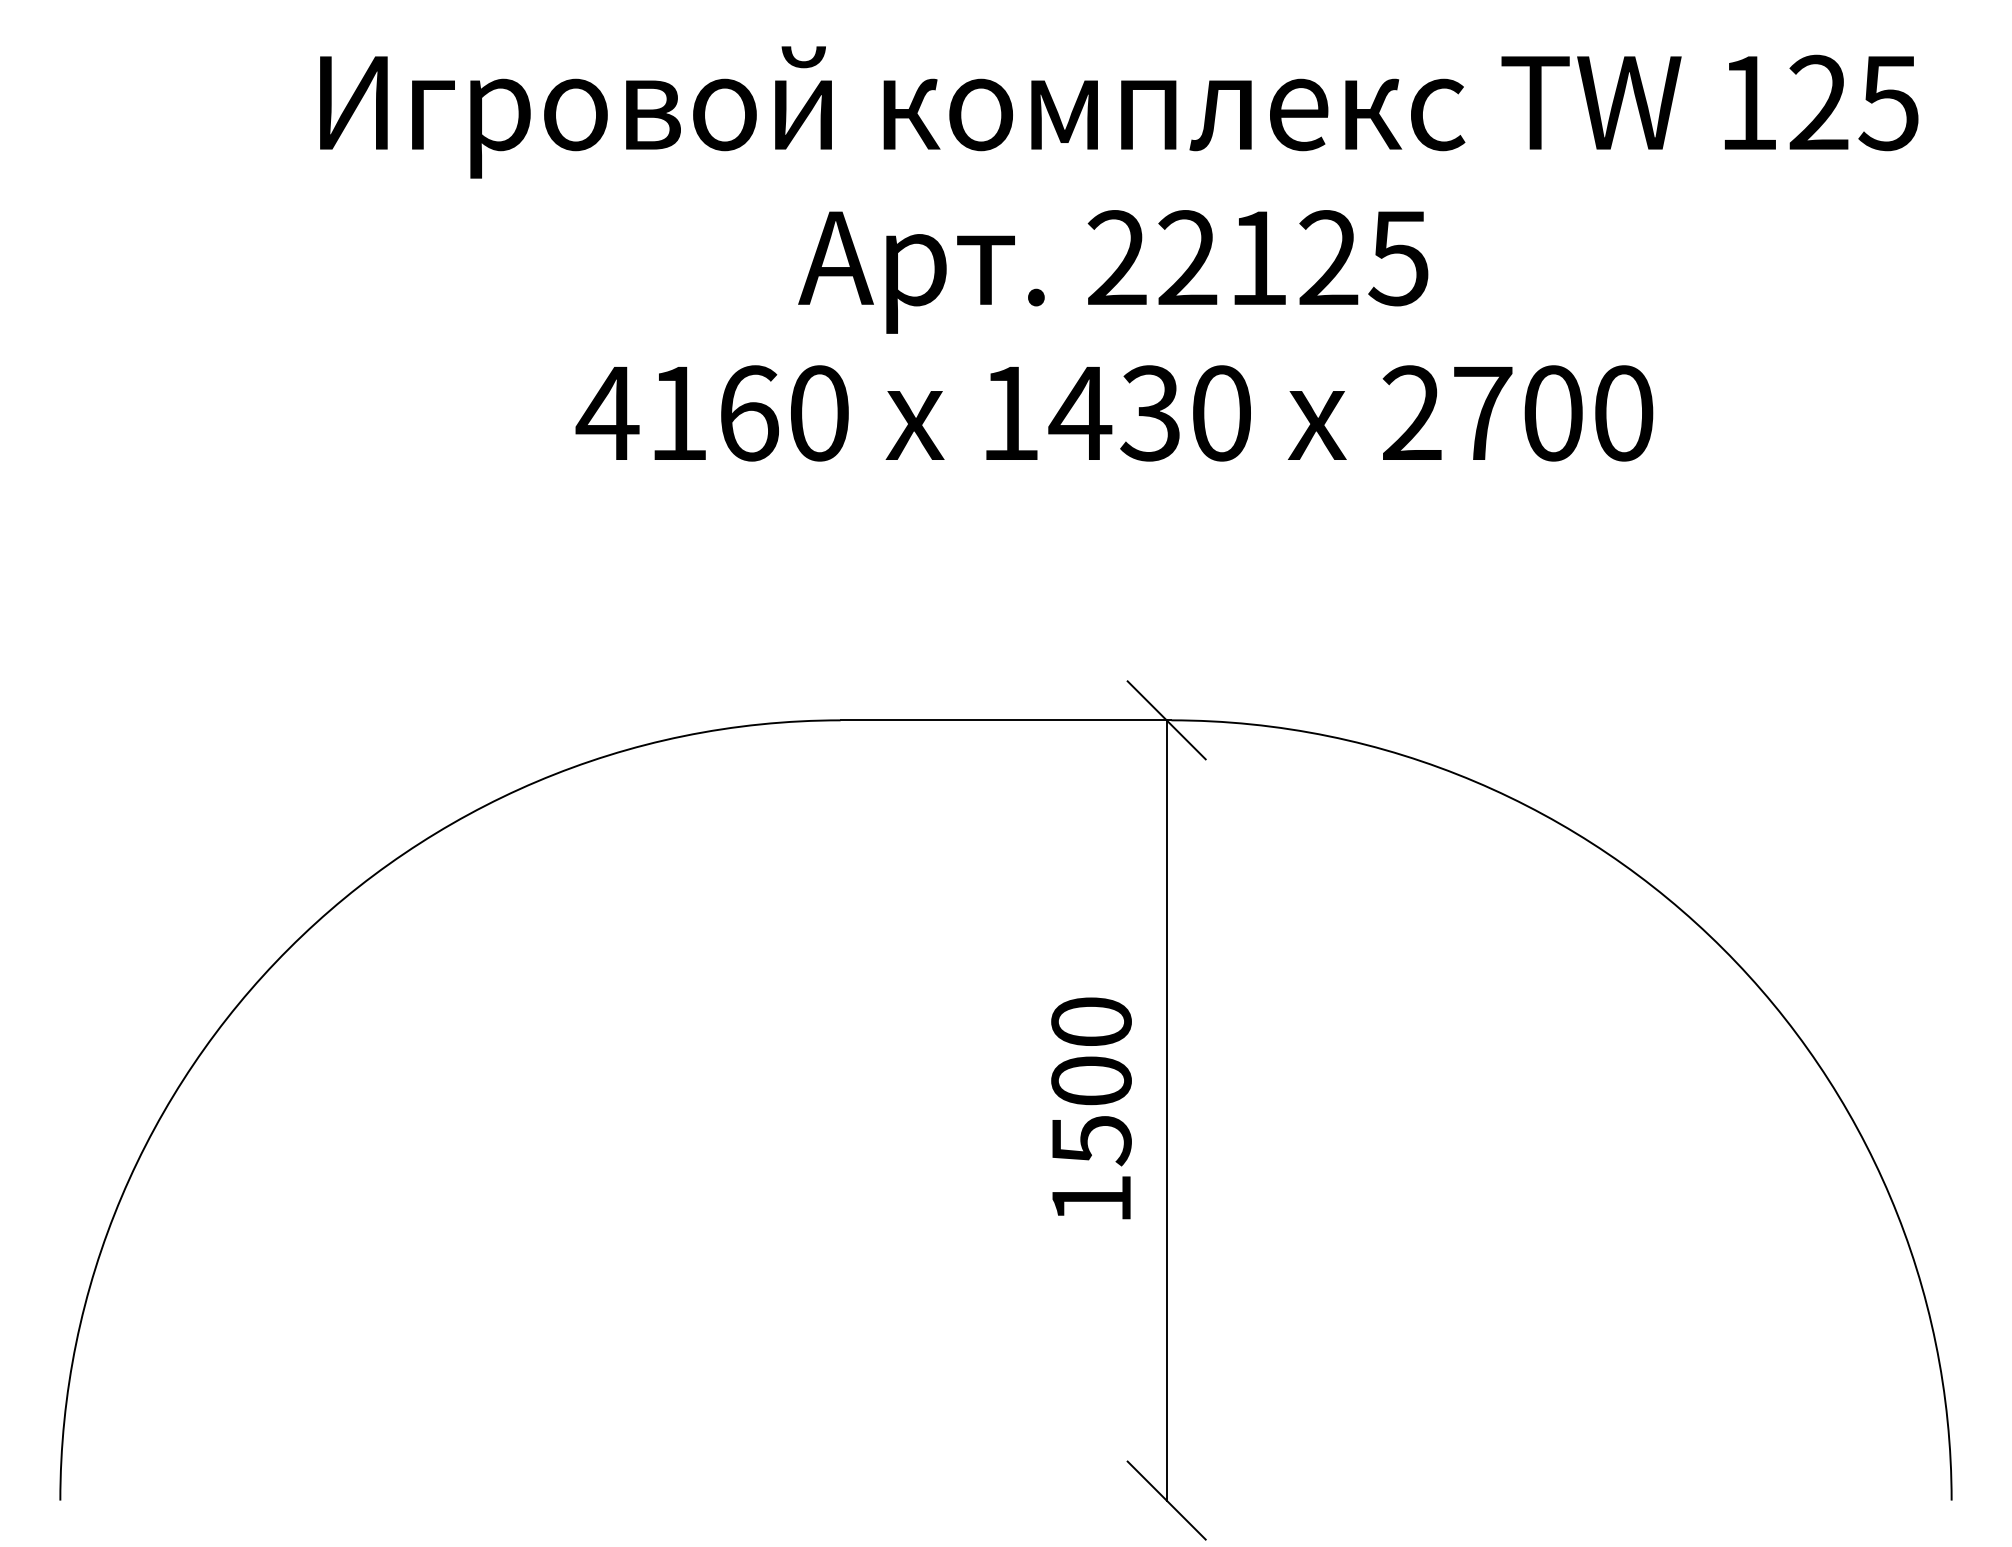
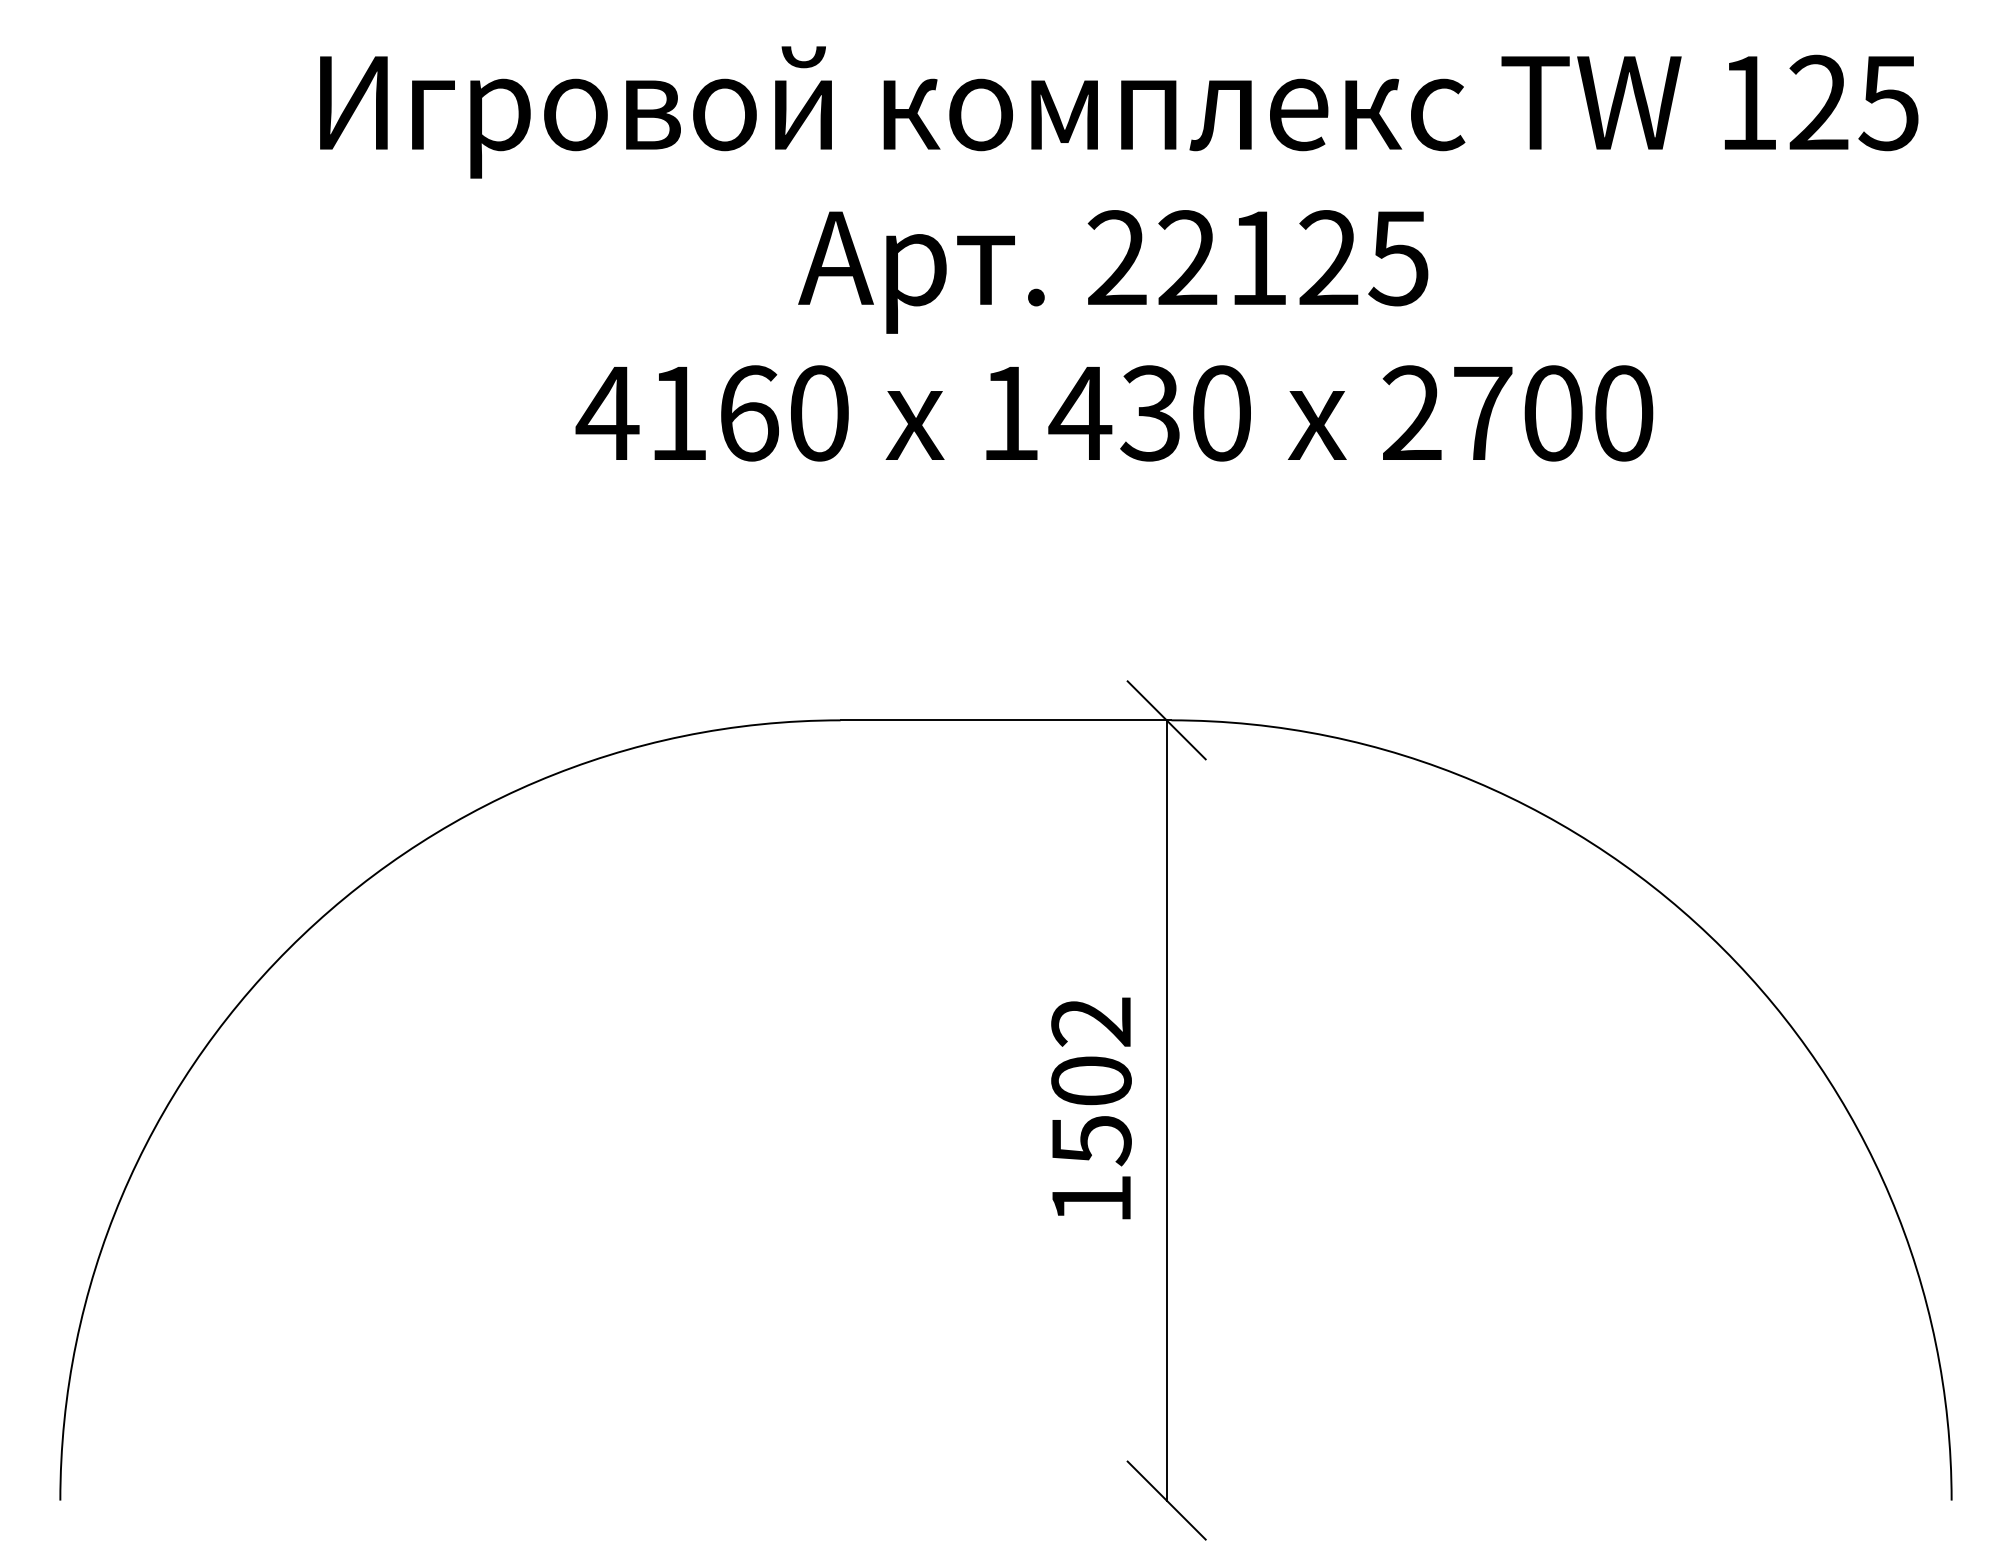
text at (1091, 1021): 1500 -> 1502
